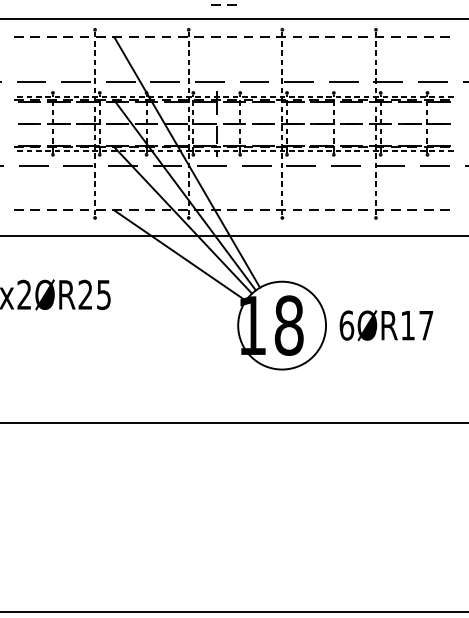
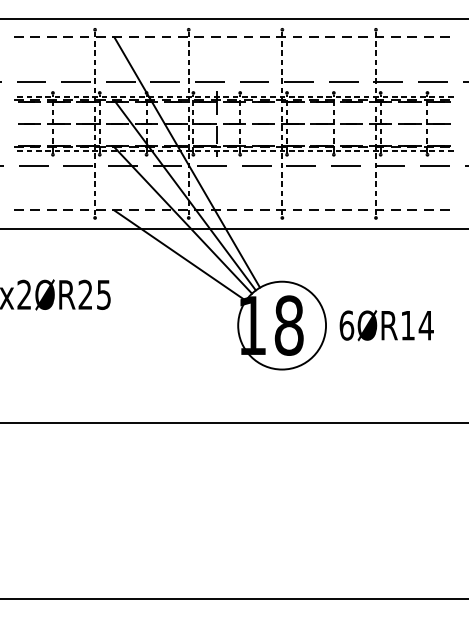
line at (220, 4): present -> none
line at (233, 236) position: (233, 236) -> (233, 229)
text at (425, 325): 6ØR17 -> 6ØR14
line at (233, 612) position: (233, 612) -> (233, 599)
